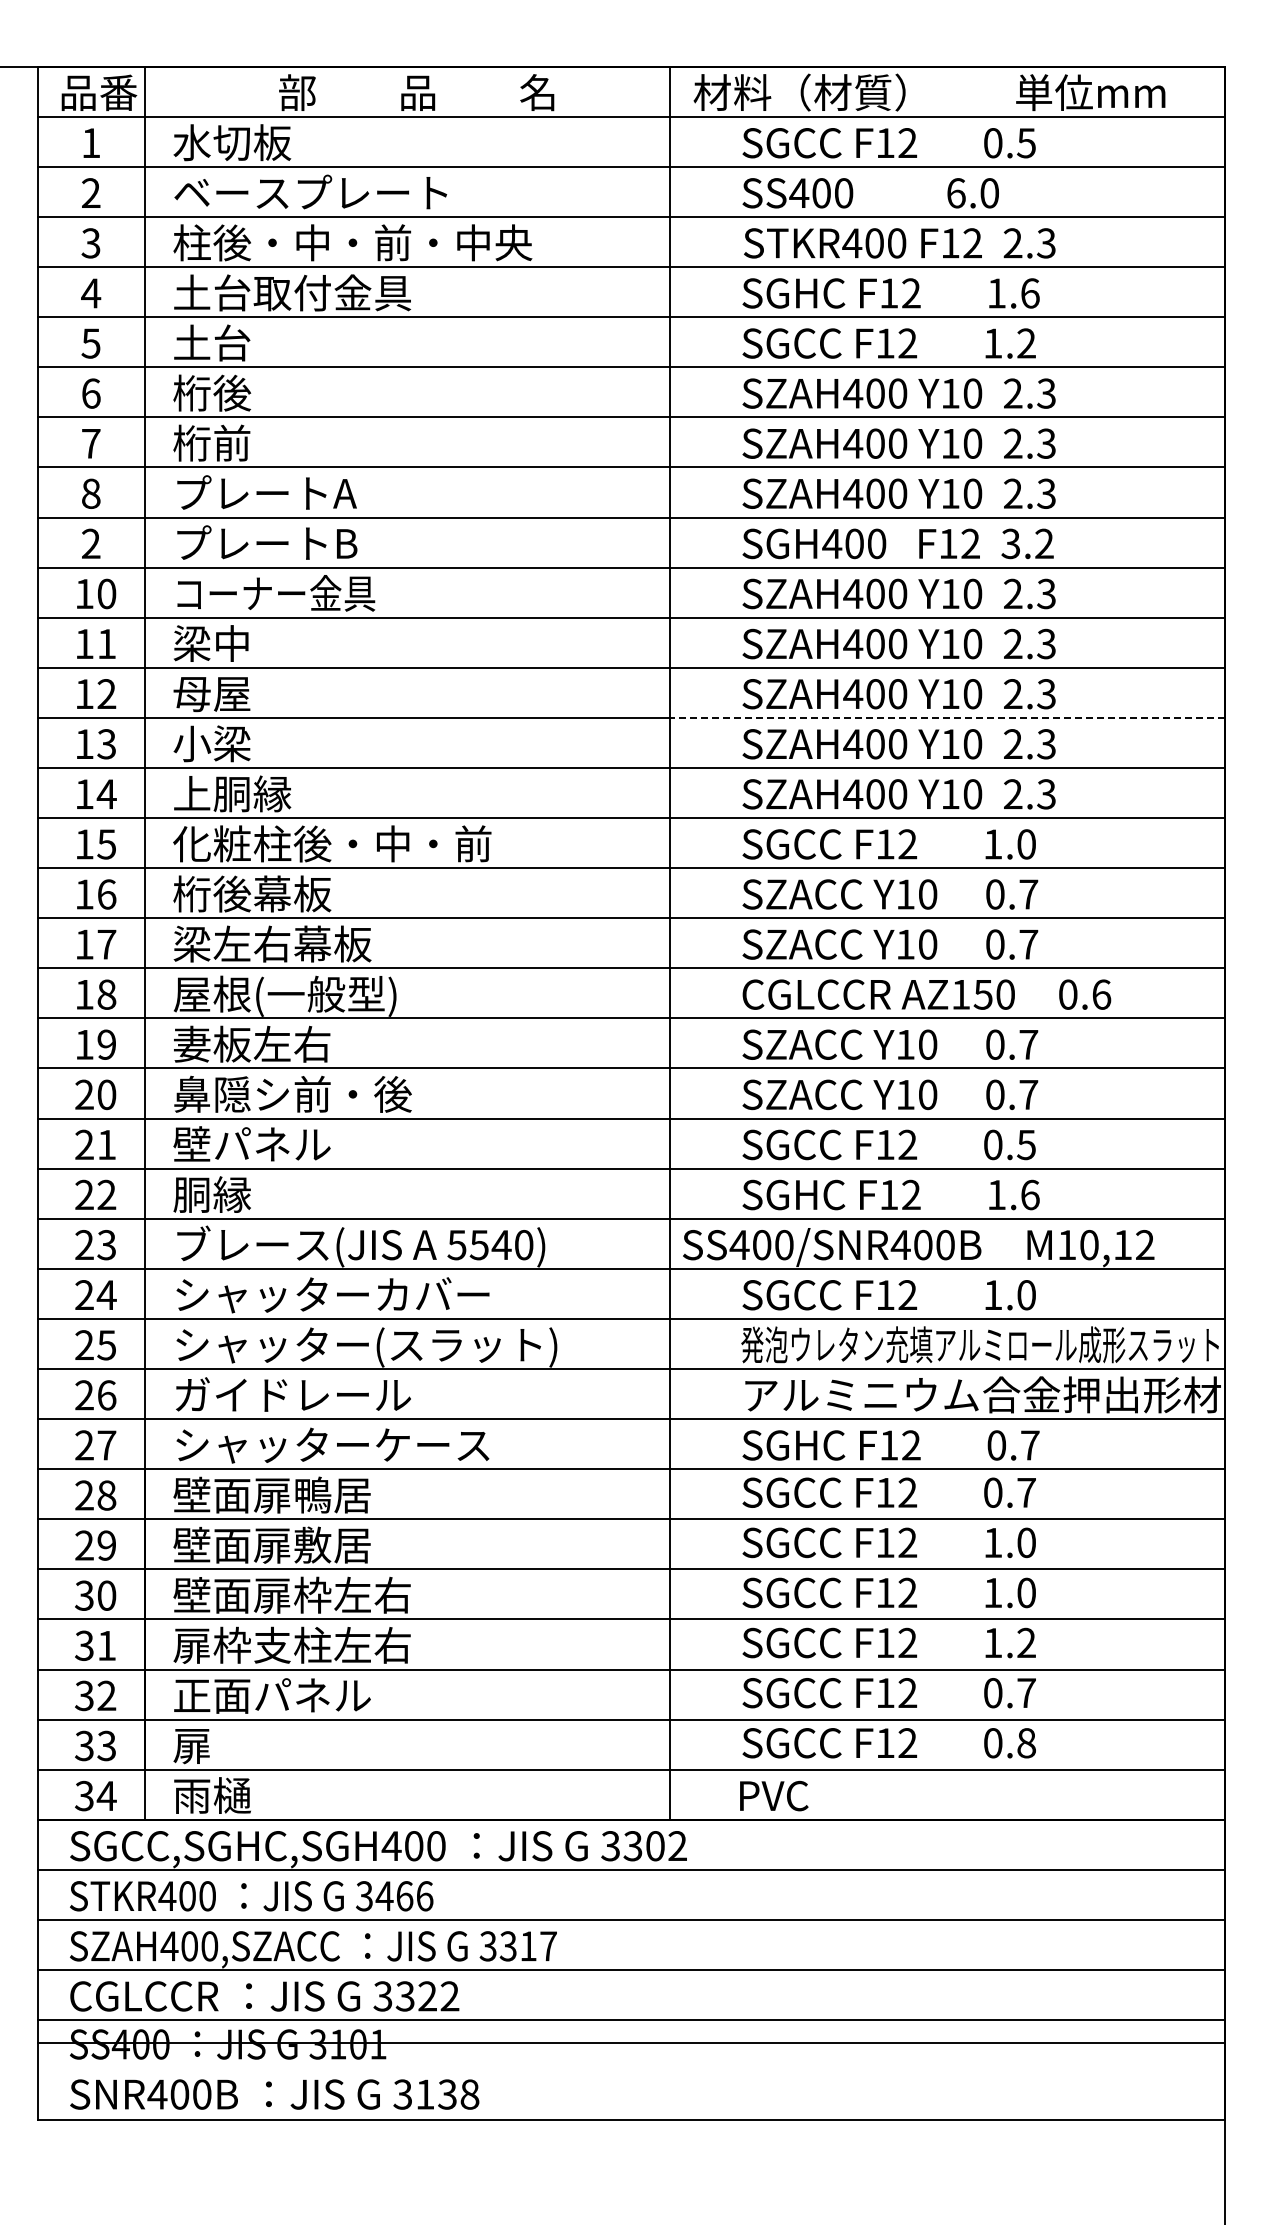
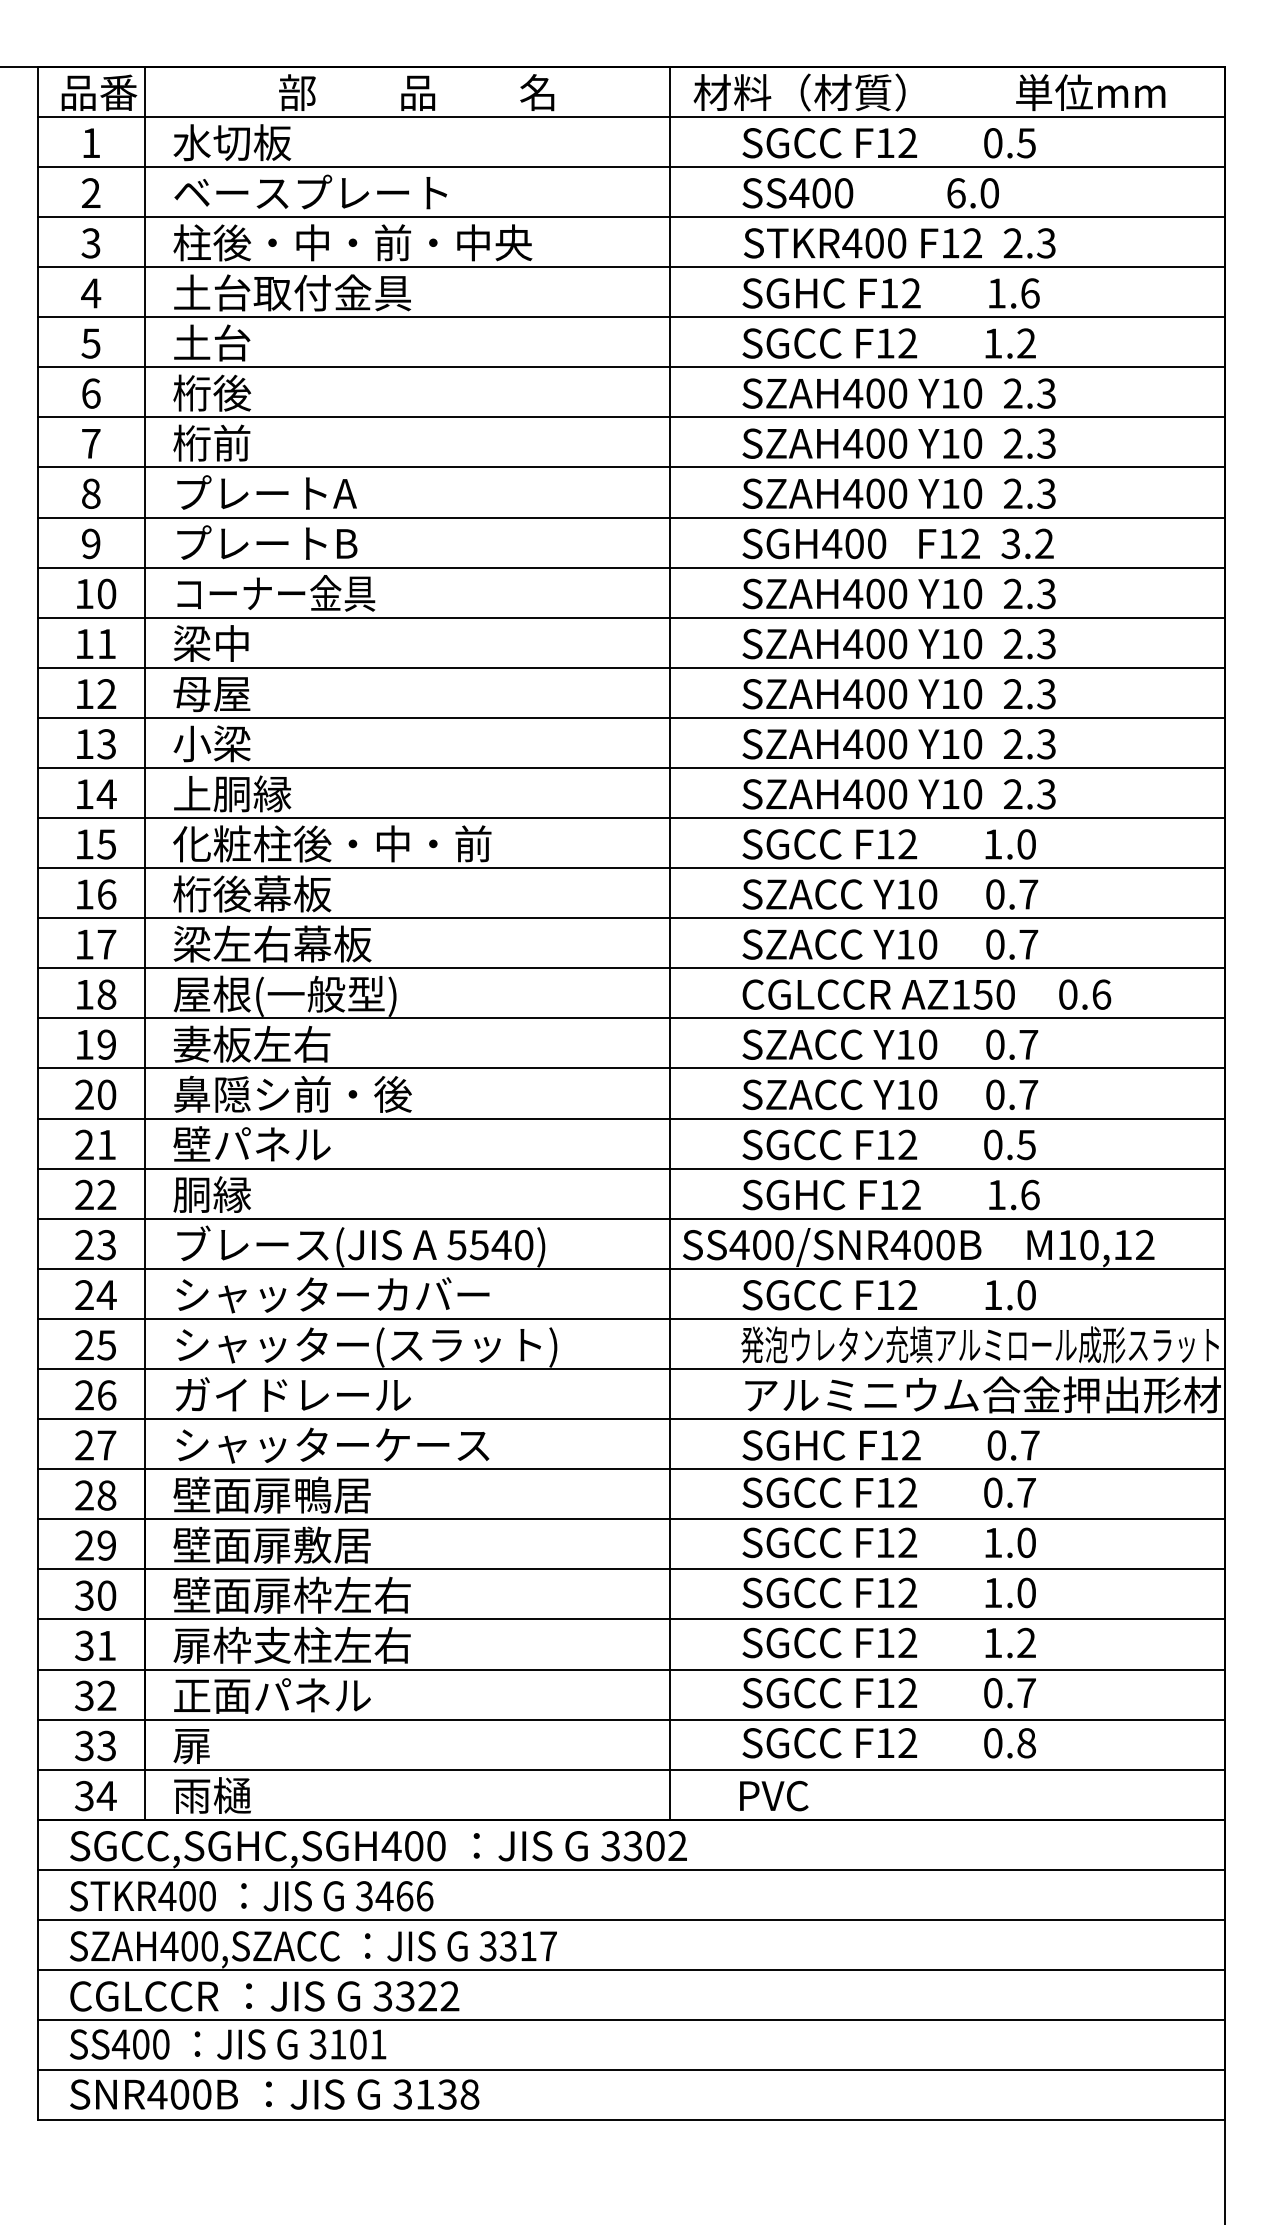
text at (91, 544): 2 -> 9
line at (947, 717): dashed -> solid
line at (631, 2043) position: (631, 2043) -> (631, 2070)
